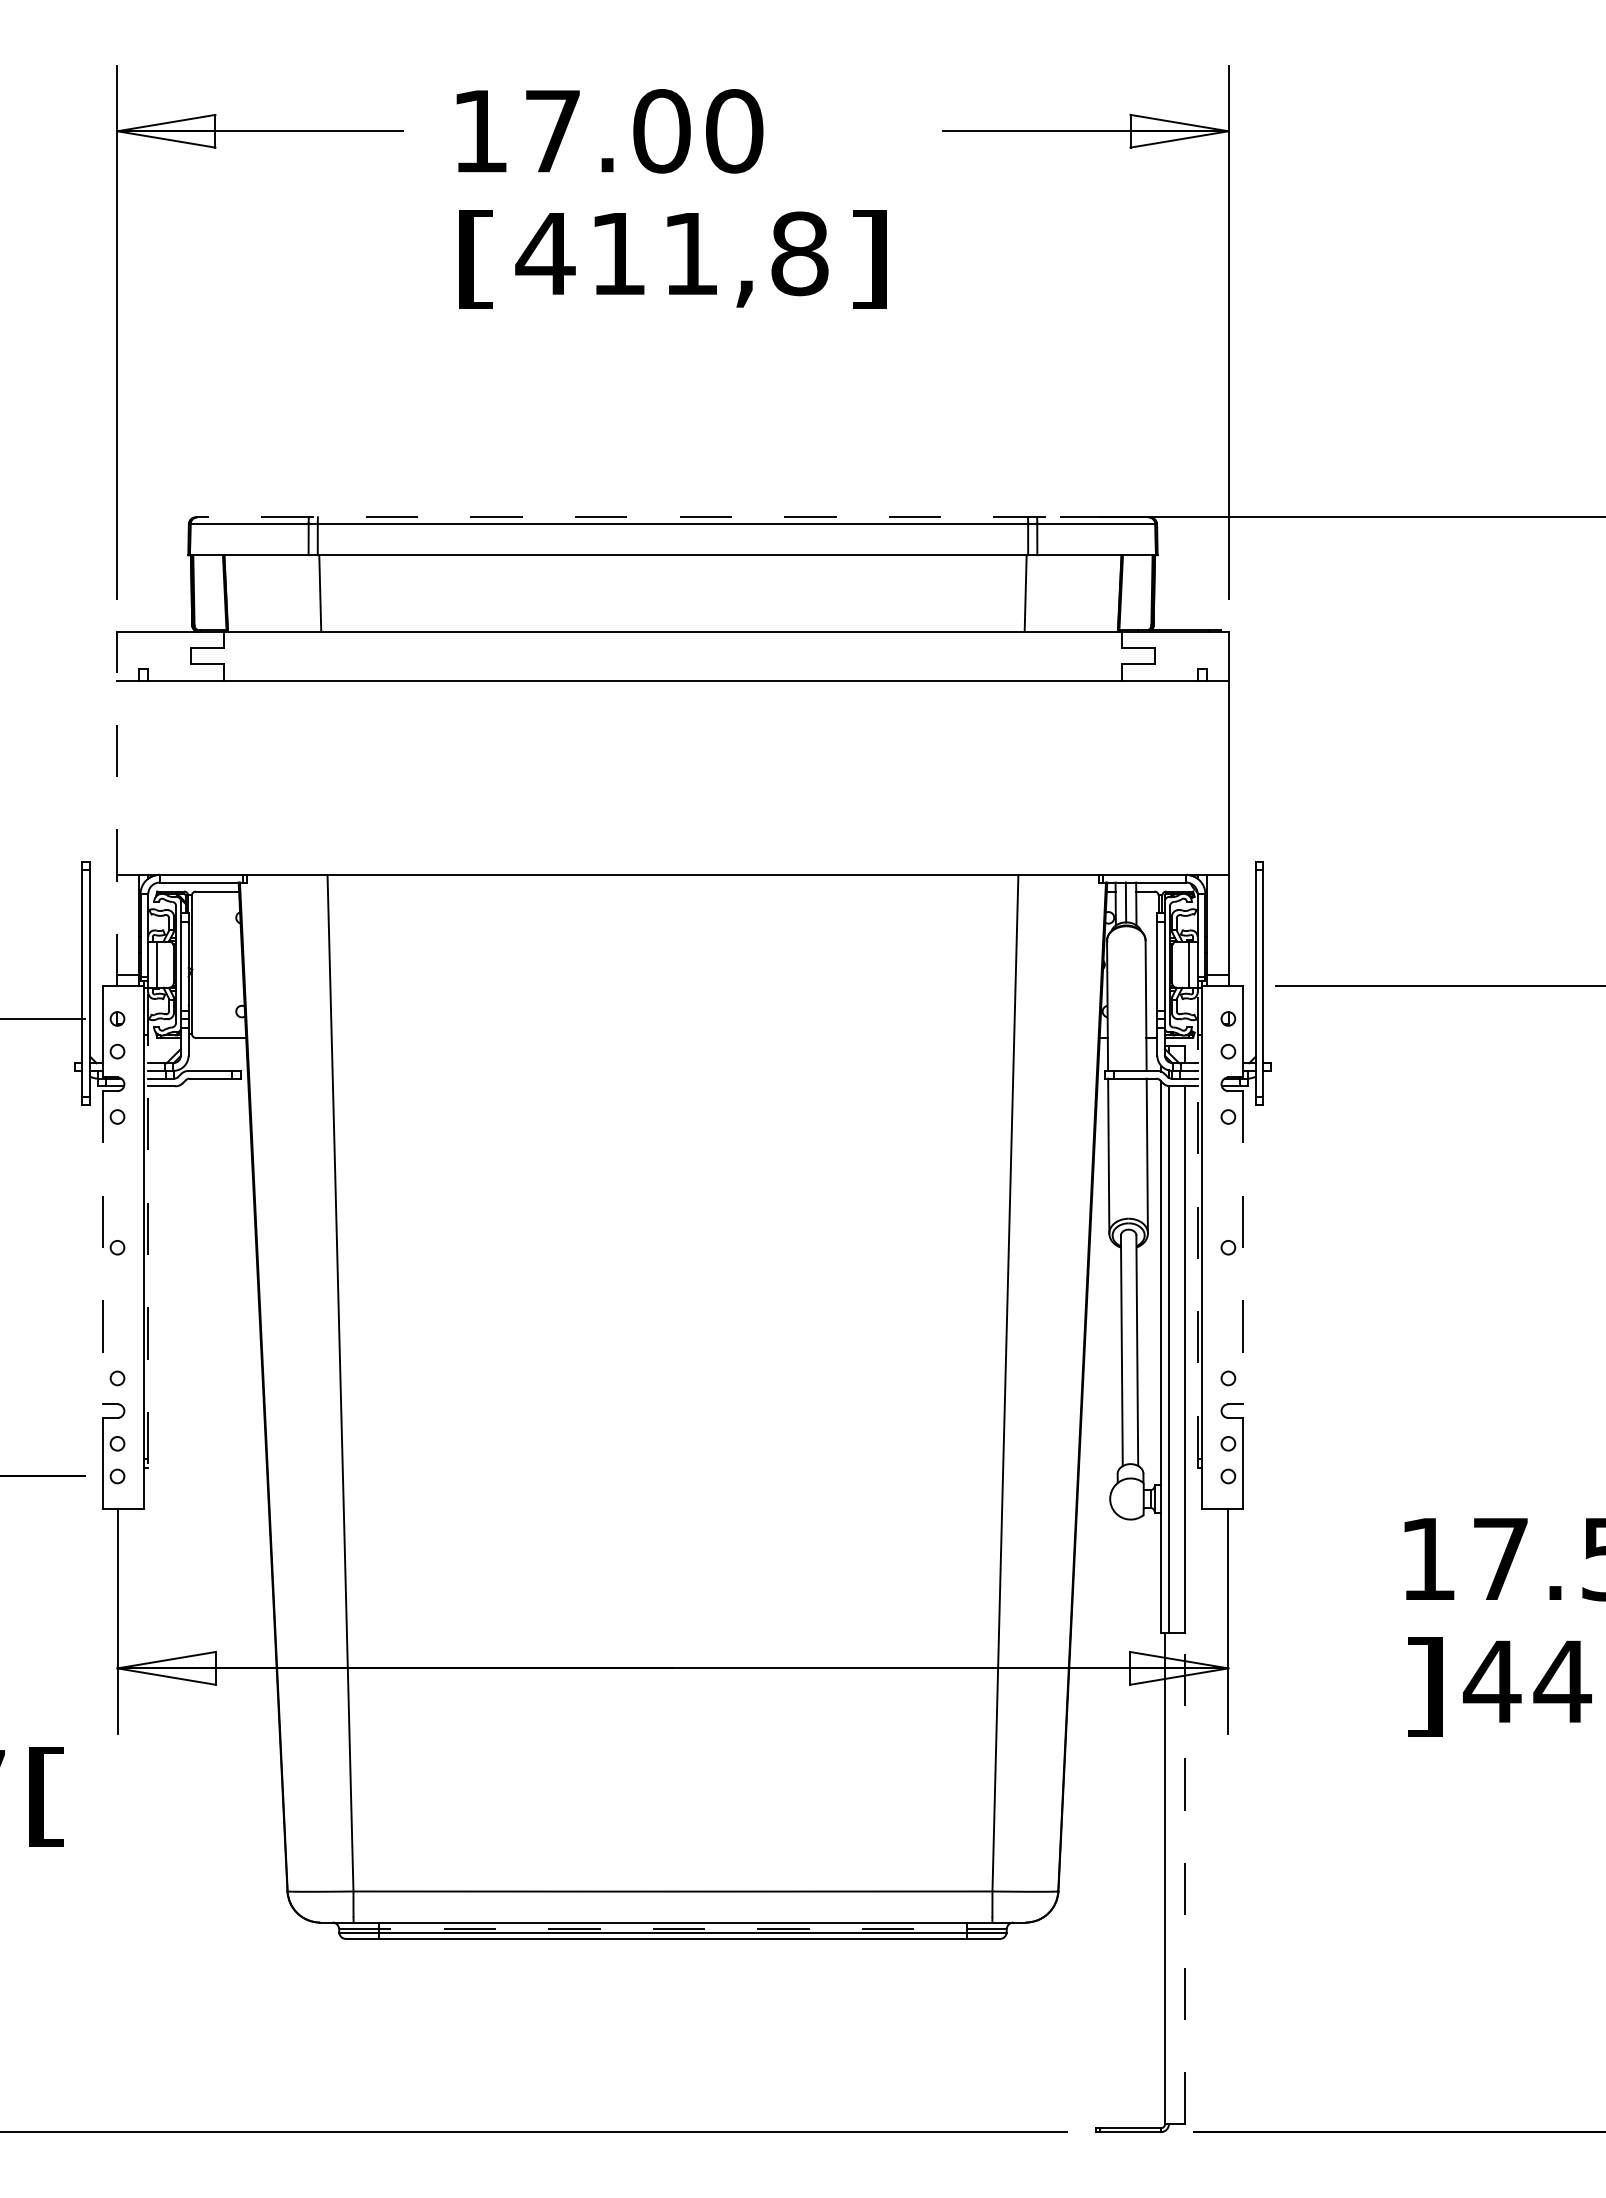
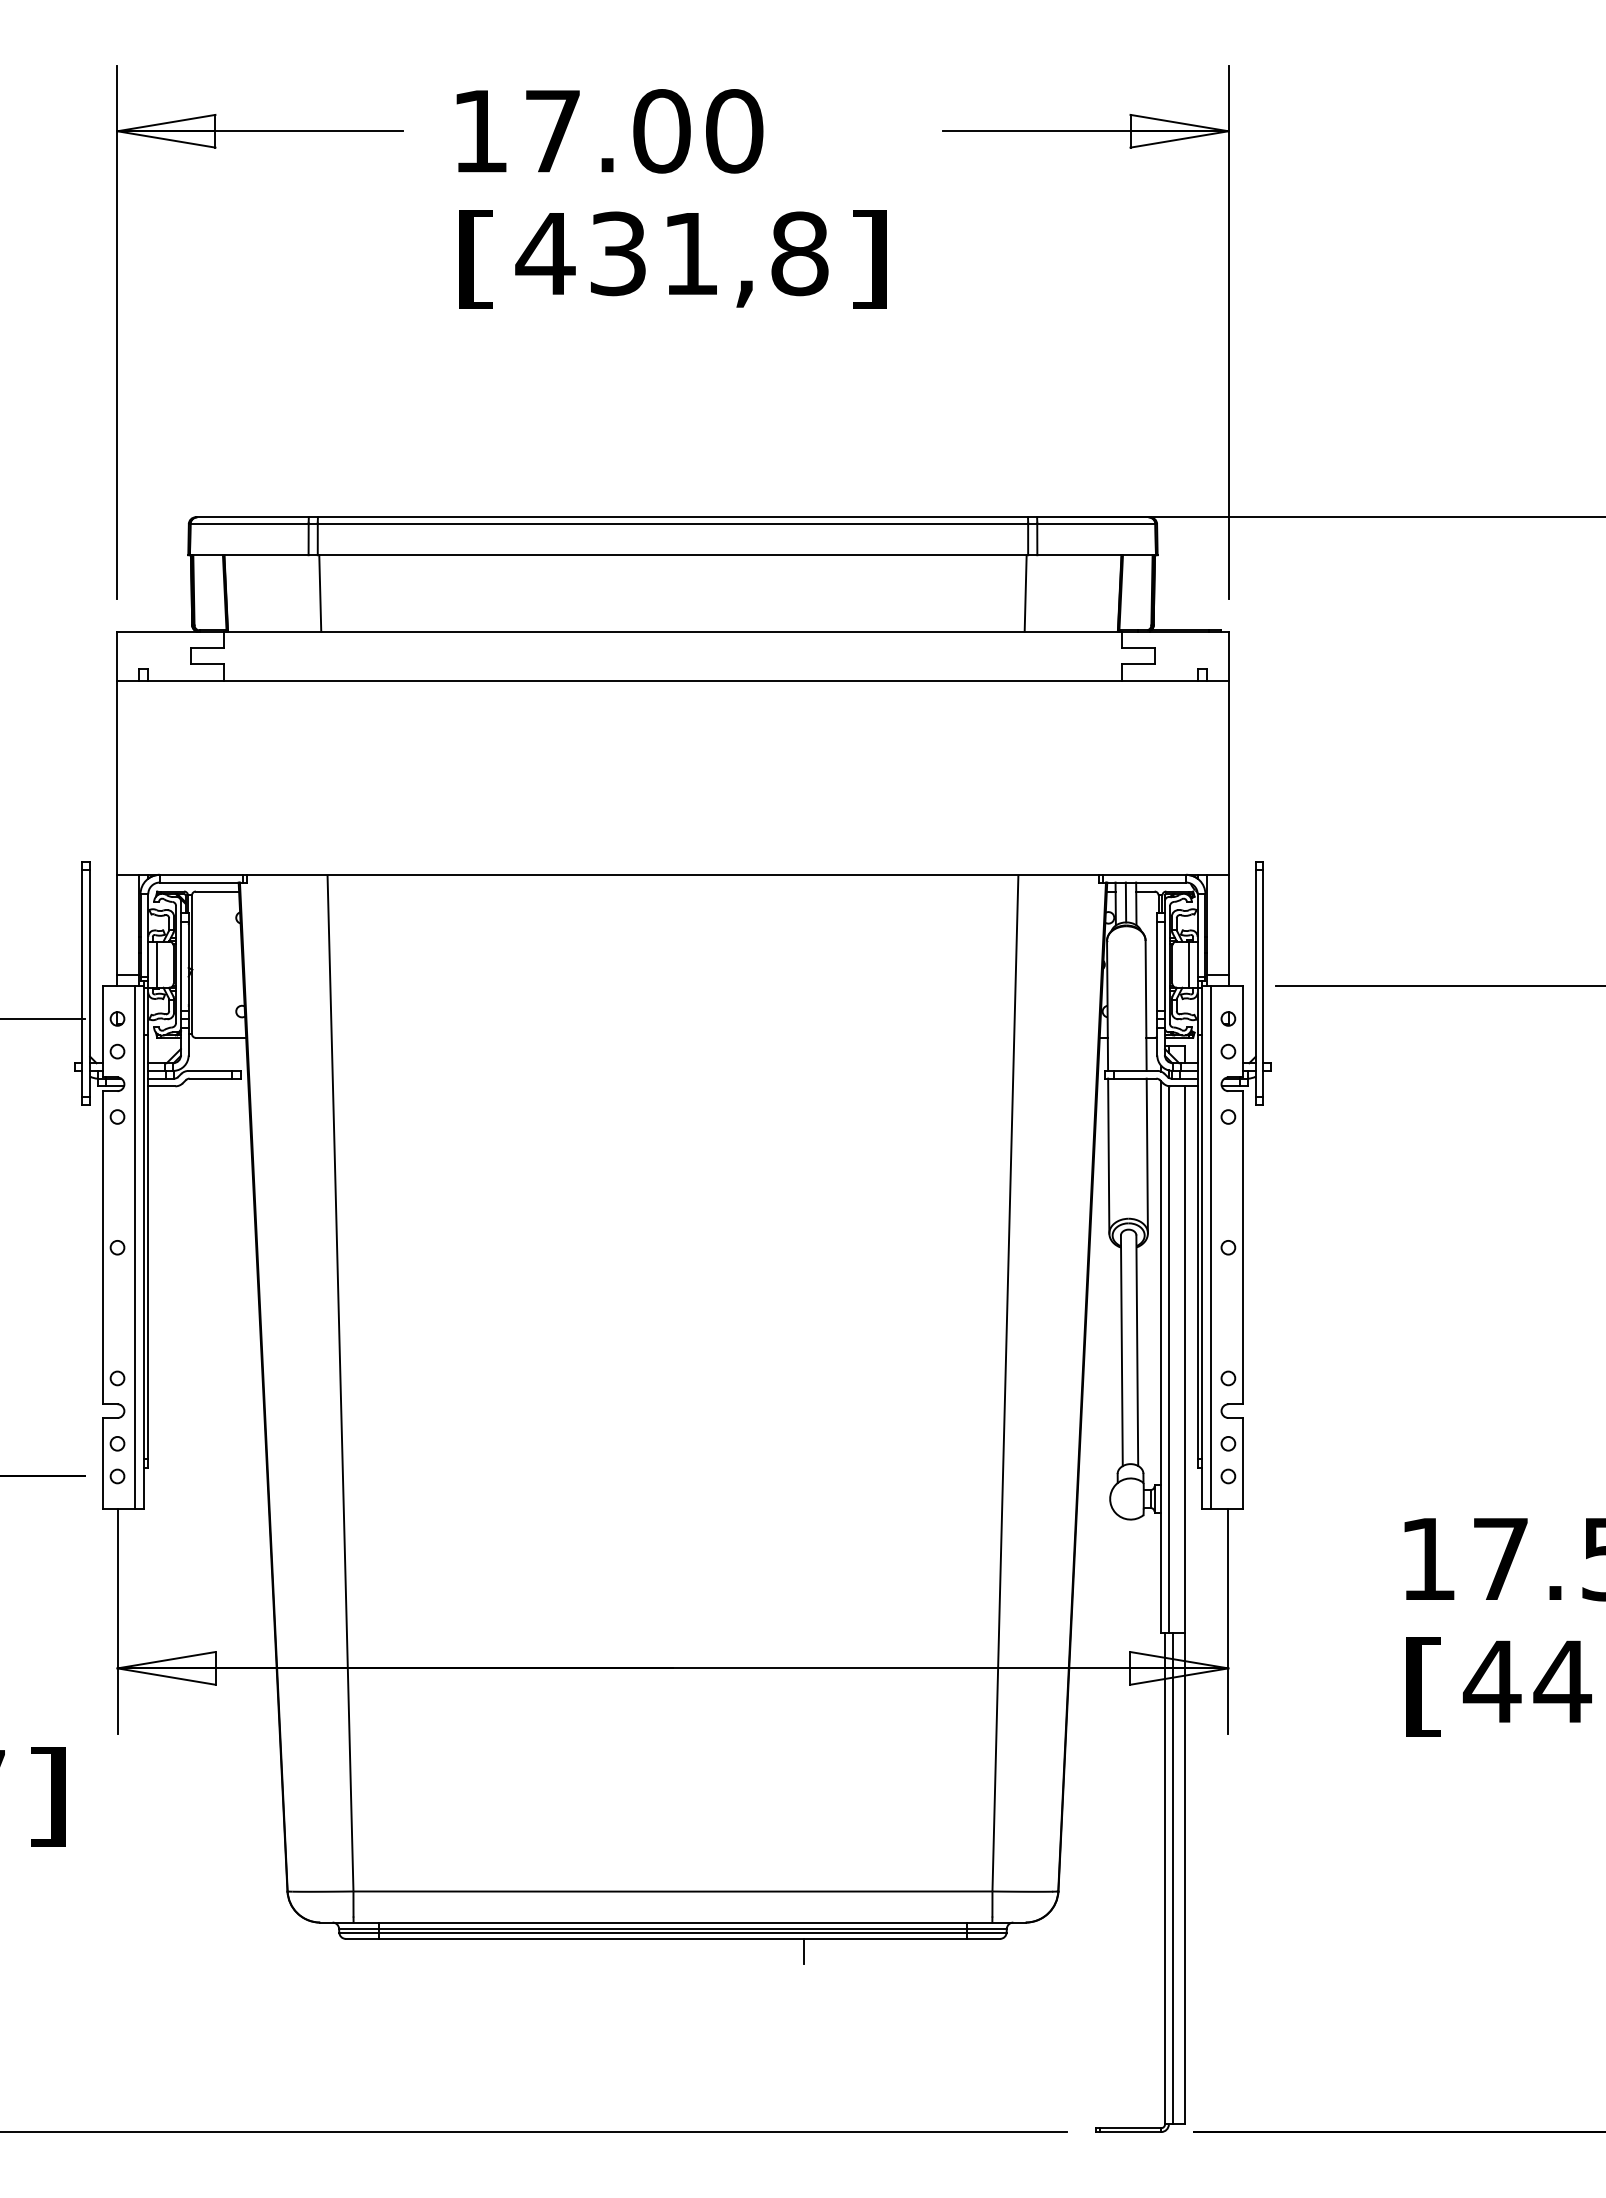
text at (618, 253): 411,8 -> 431,8
line at (672, 517): dashed -> solid
line at (117, 808): dashed -> solid
line at (1197, 1230): dashed -> solid
line at (148, 1231): dashed -> solid
line at (102, 1247): dashed -> solid
line at (135, 1247): none -> present
line at (1210, 1247): none -> present
line at (1243, 1247): dashed -> solid
text at (1424, 1686): ] -> [
text at (47, 1796): [ -> ]
line at (1172, 1878): none -> present
line at (1185, 1878): dashed -> solid
line at (672, 1928): dashed -> solid
line at (803, 1951): none -> present
